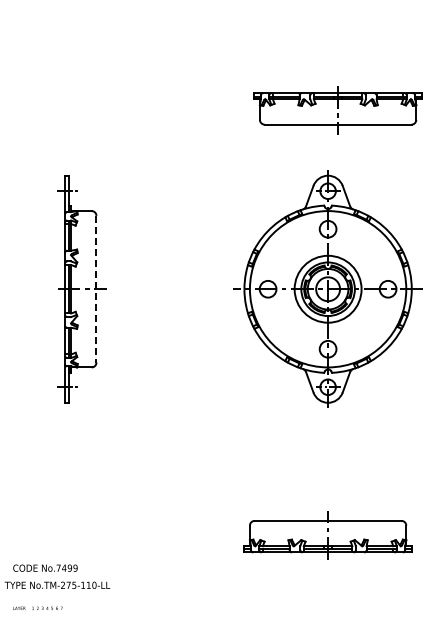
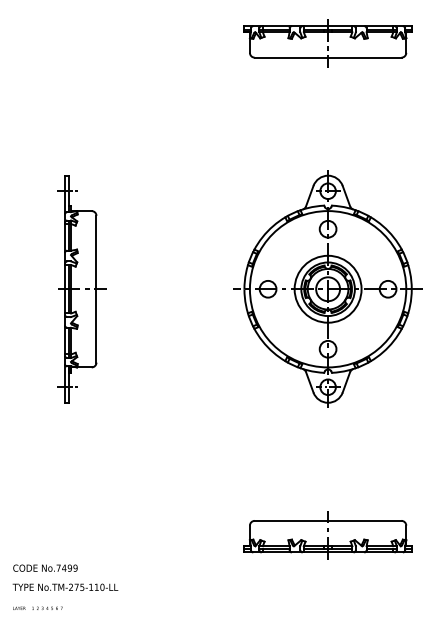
part at (337, 110) position: (337, 110) -> (327, 43)
line at (96, 289): dashed -> solid
text at (57, 584) position: (57, 584) -> (65, 586)
